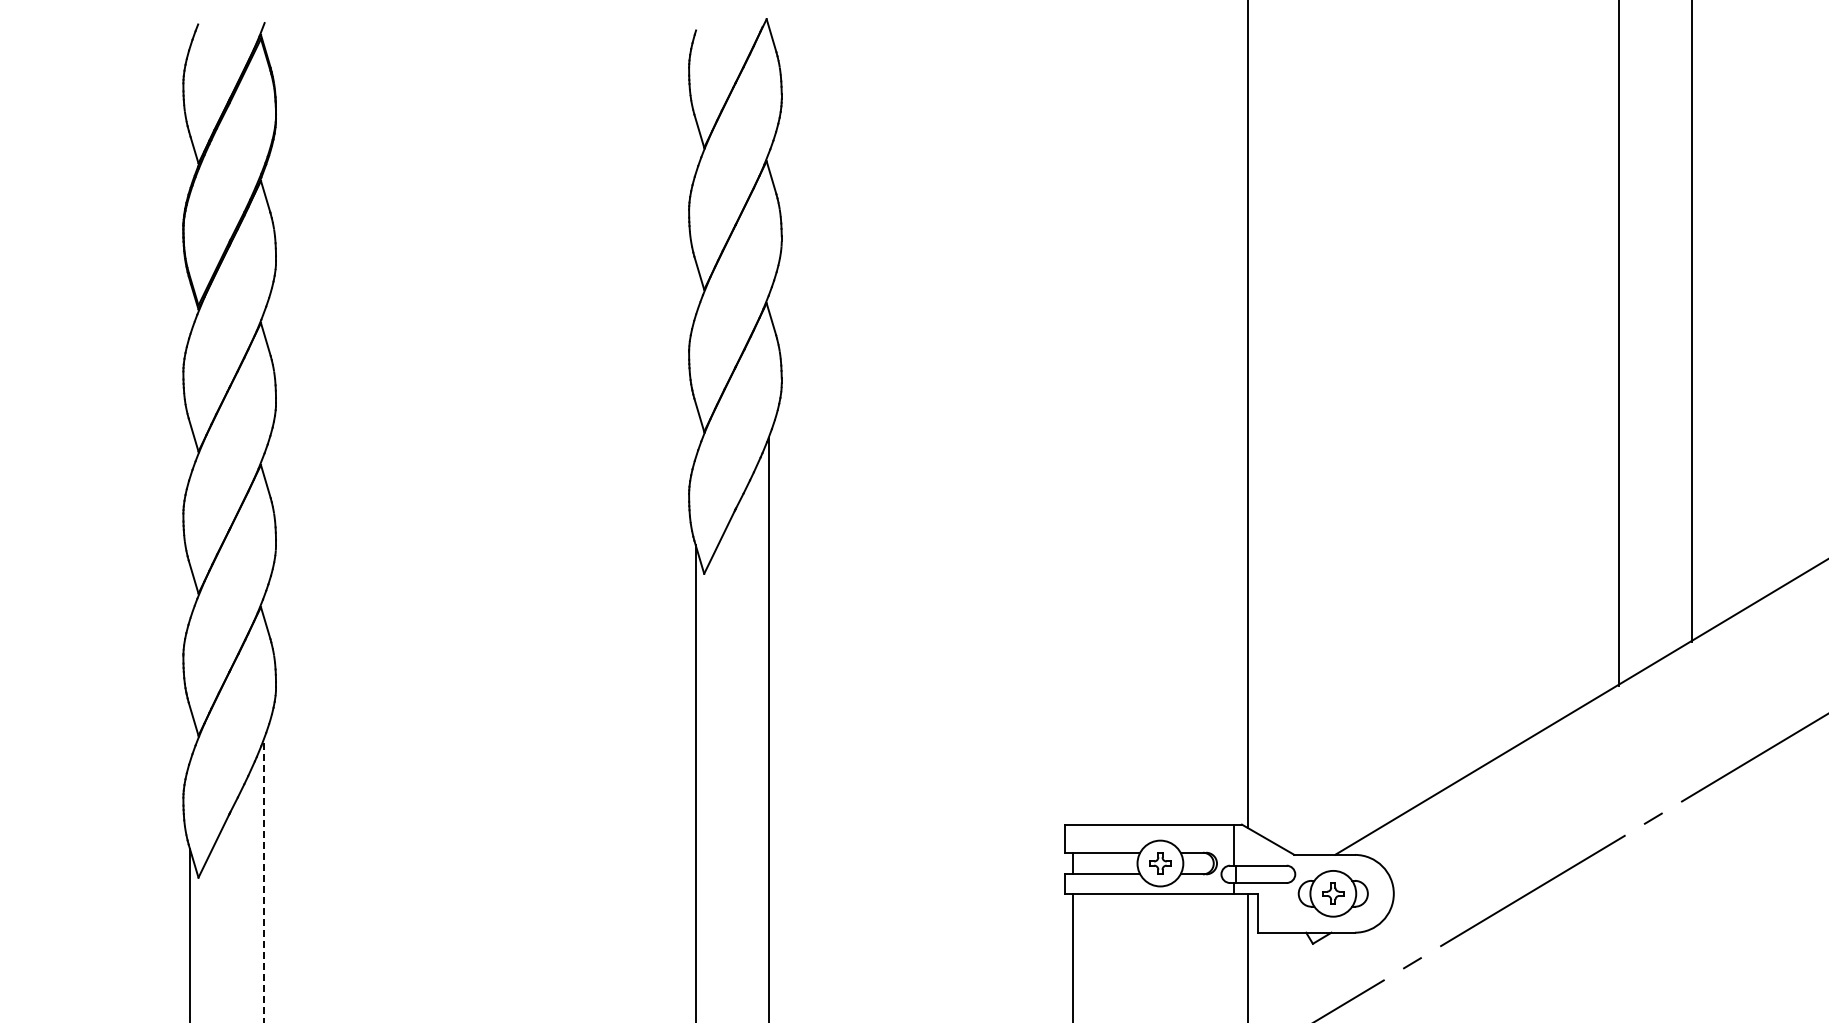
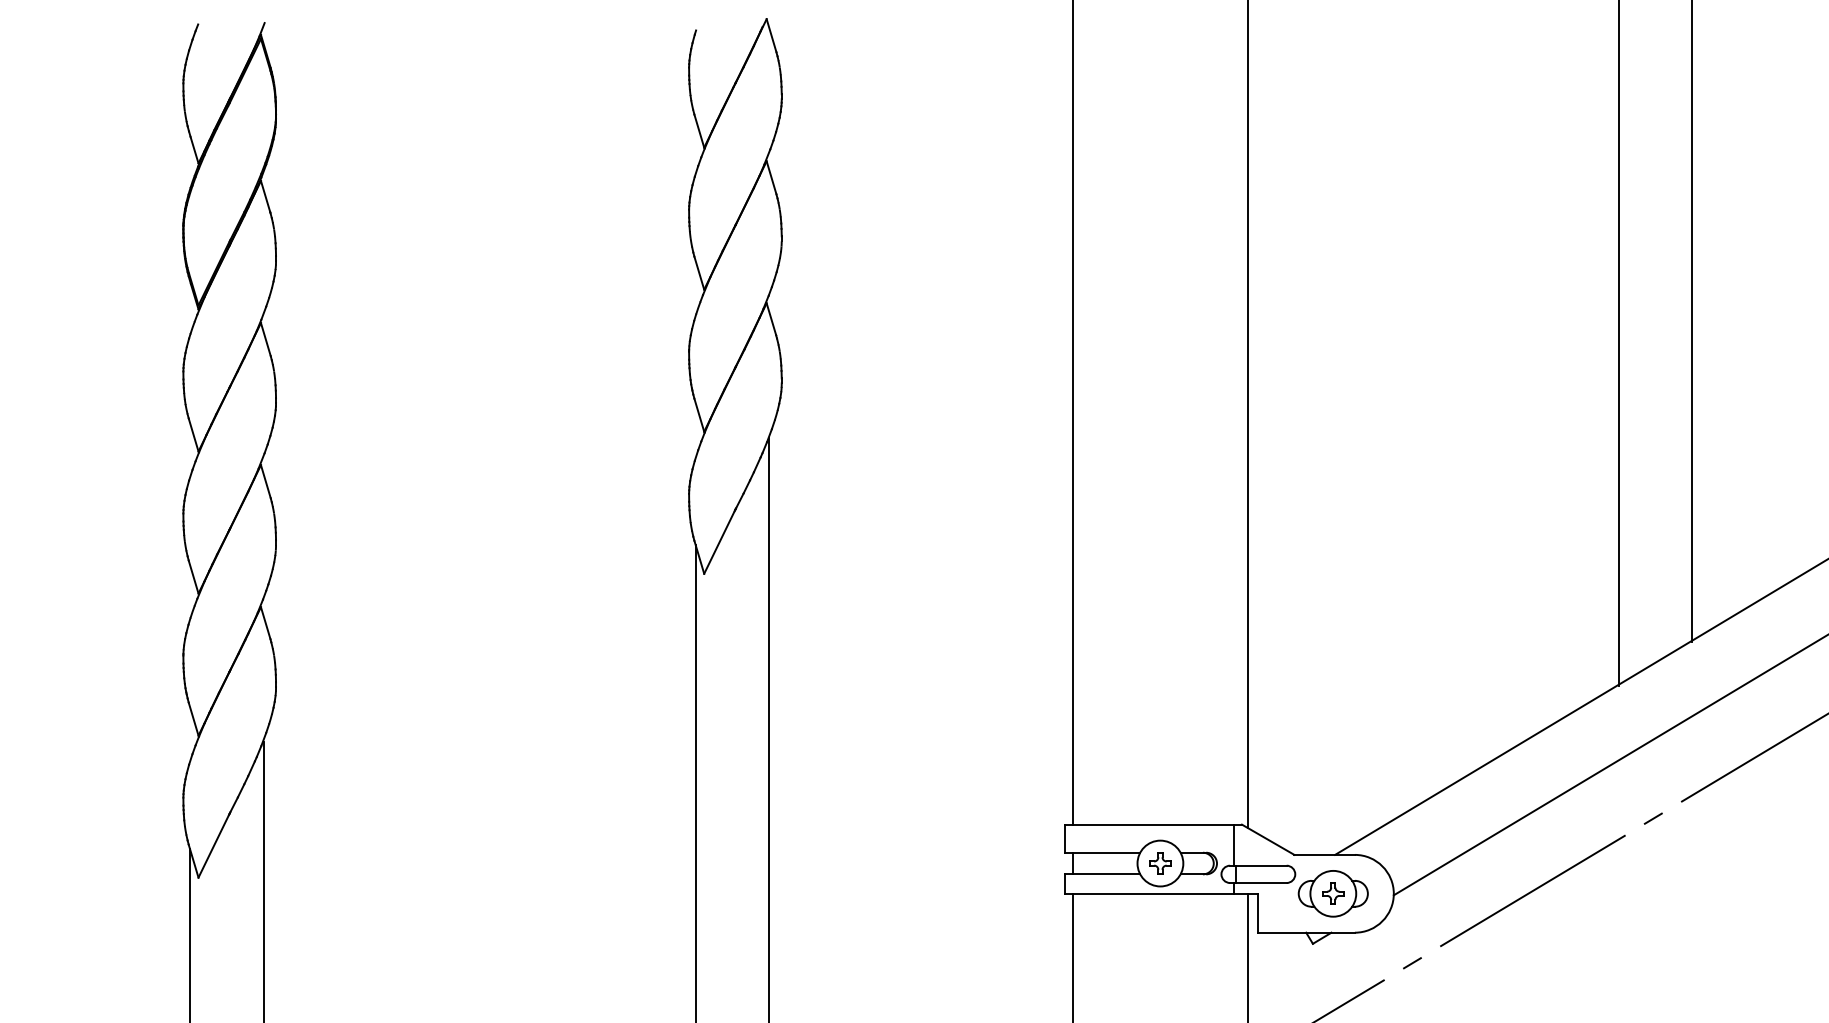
line at (1072, 413): none -> present
line at (1609, 765): none -> present
line at (263, 882): dashed -> solid
